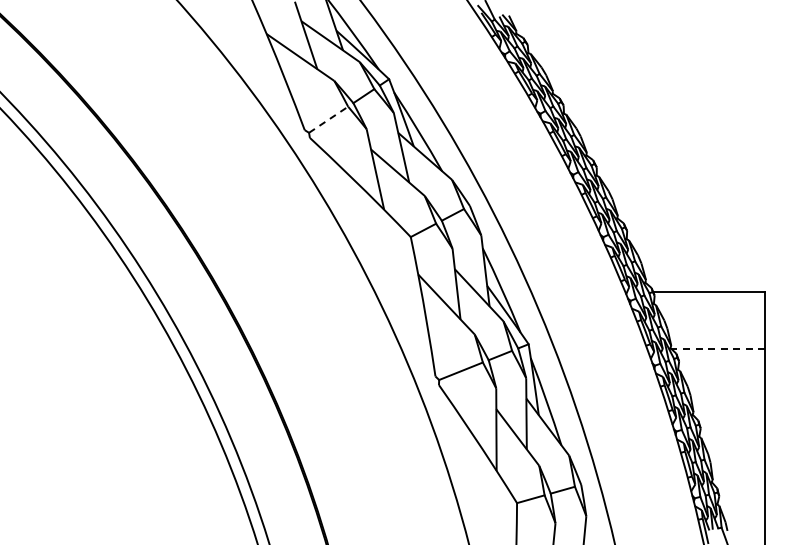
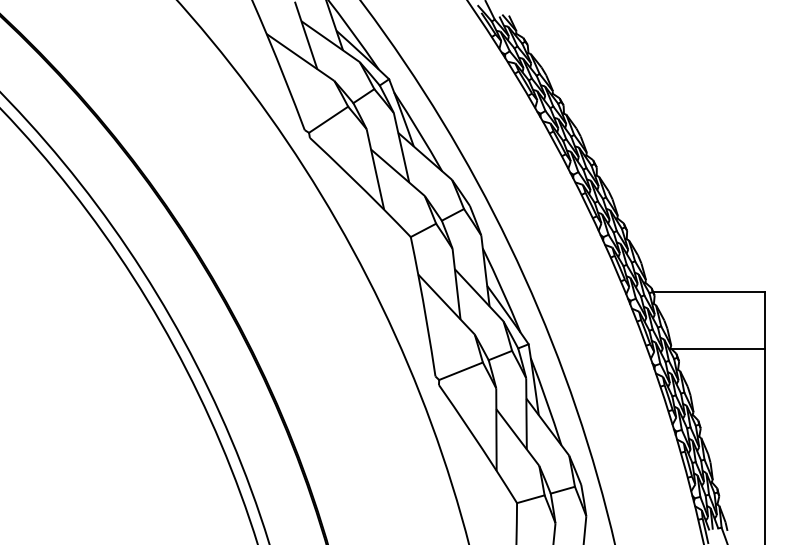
line at (328, 119): dashed -> solid
line at (717, 348): dashed -> solid
